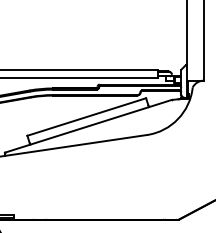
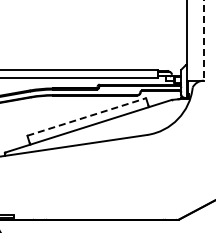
line at (203, 40): solid -> dashed
line at (87, 116): solid -> dashed
